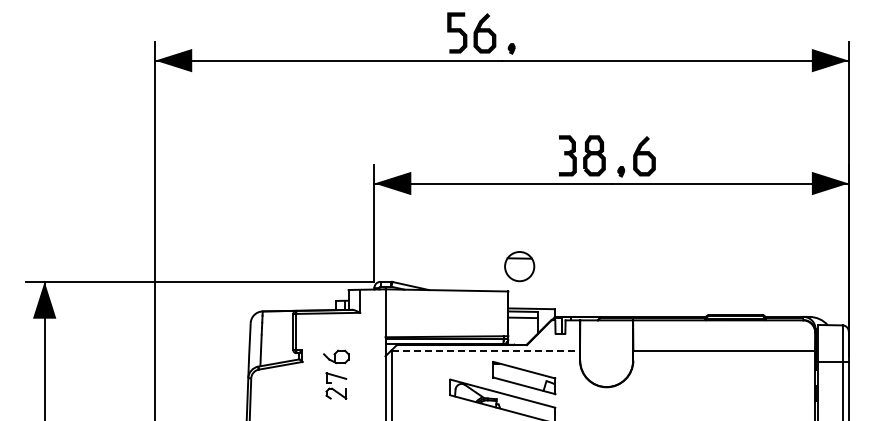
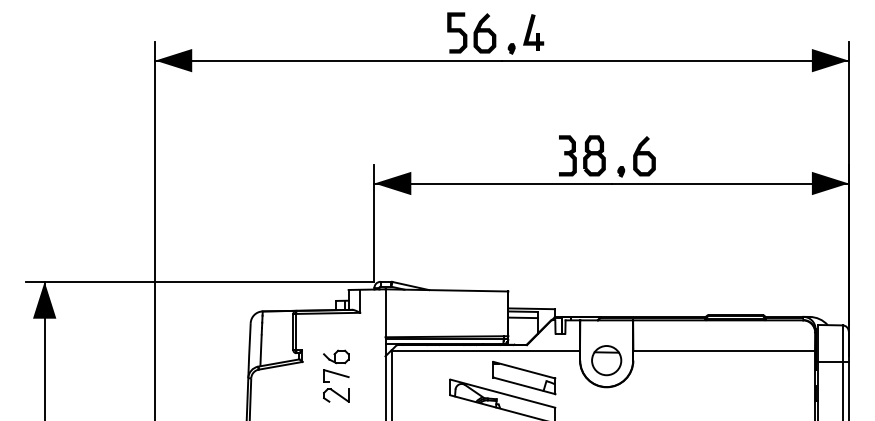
part at (533, 32): none -> present
part at (519, 266) position: (519, 266) -> (606, 360)
line at (486, 350): dashed -> solid
part at (336, 385) size: 23x28 px -> 27x34 px
